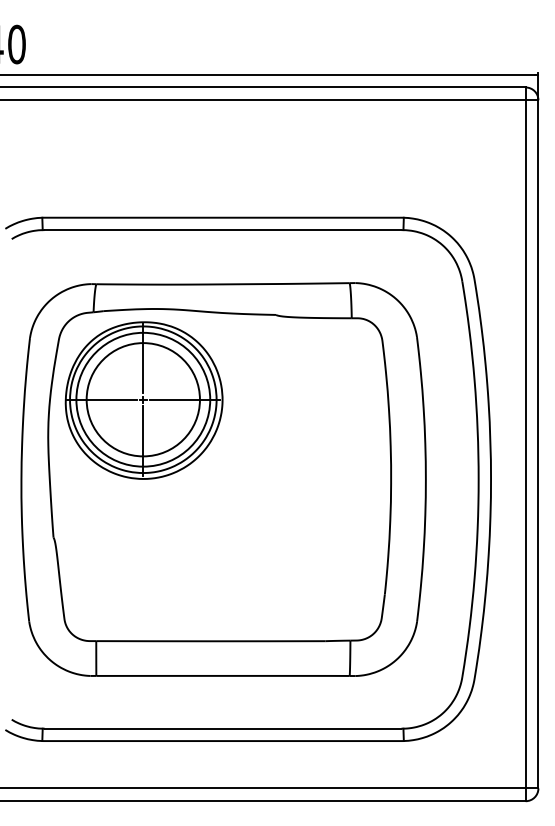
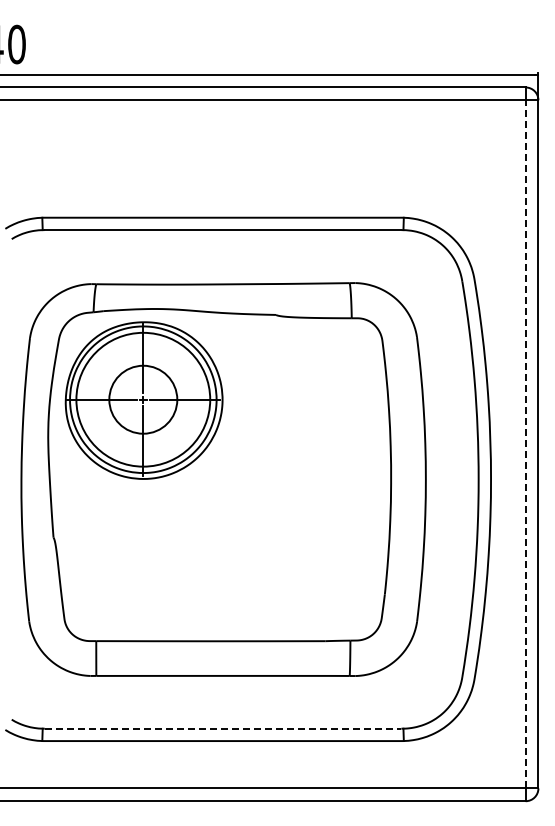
circle at (142, 399) diameter: 113 px -> 68 px
line at (525, 443): solid -> dashed
line at (223, 728): solid -> dashed
